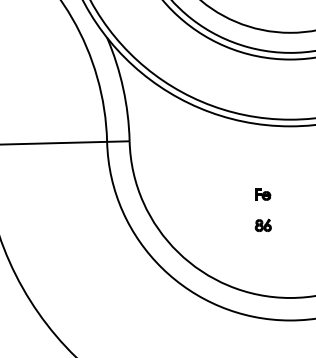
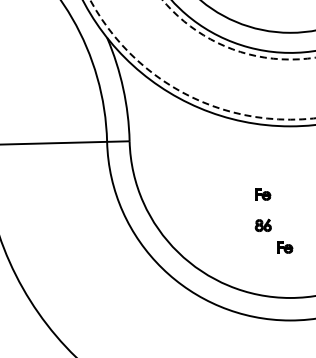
circle at (238, 29): solid -> dashed
circle at (202, 59): solid -> dashed
part at (285, 247): none -> present
